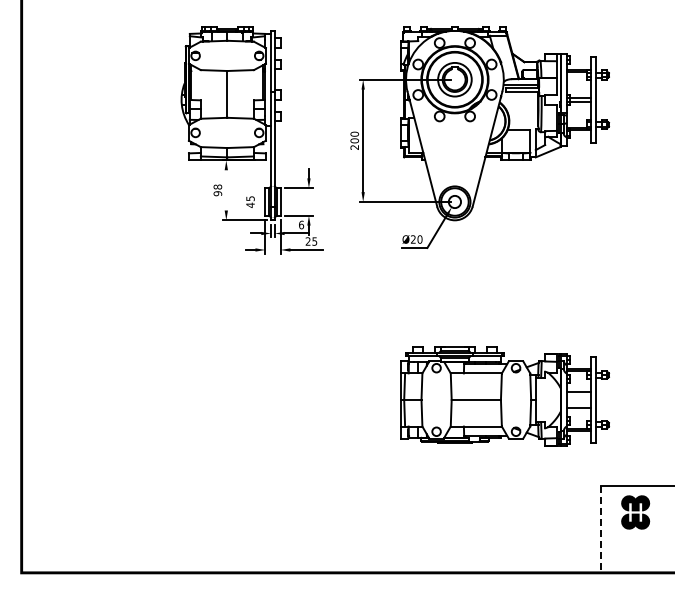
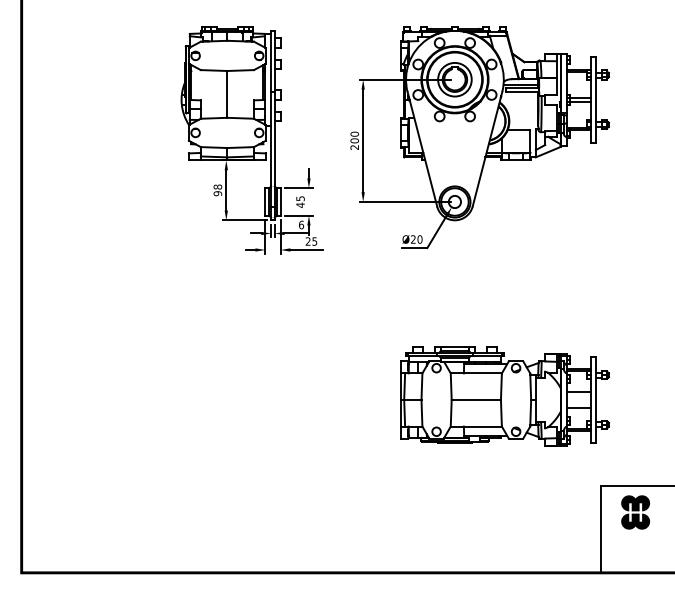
line at (226, 190): none -> present
text at (250, 201) position: (250, 201) -> (300, 201)
line at (601, 528): dashed -> solid
